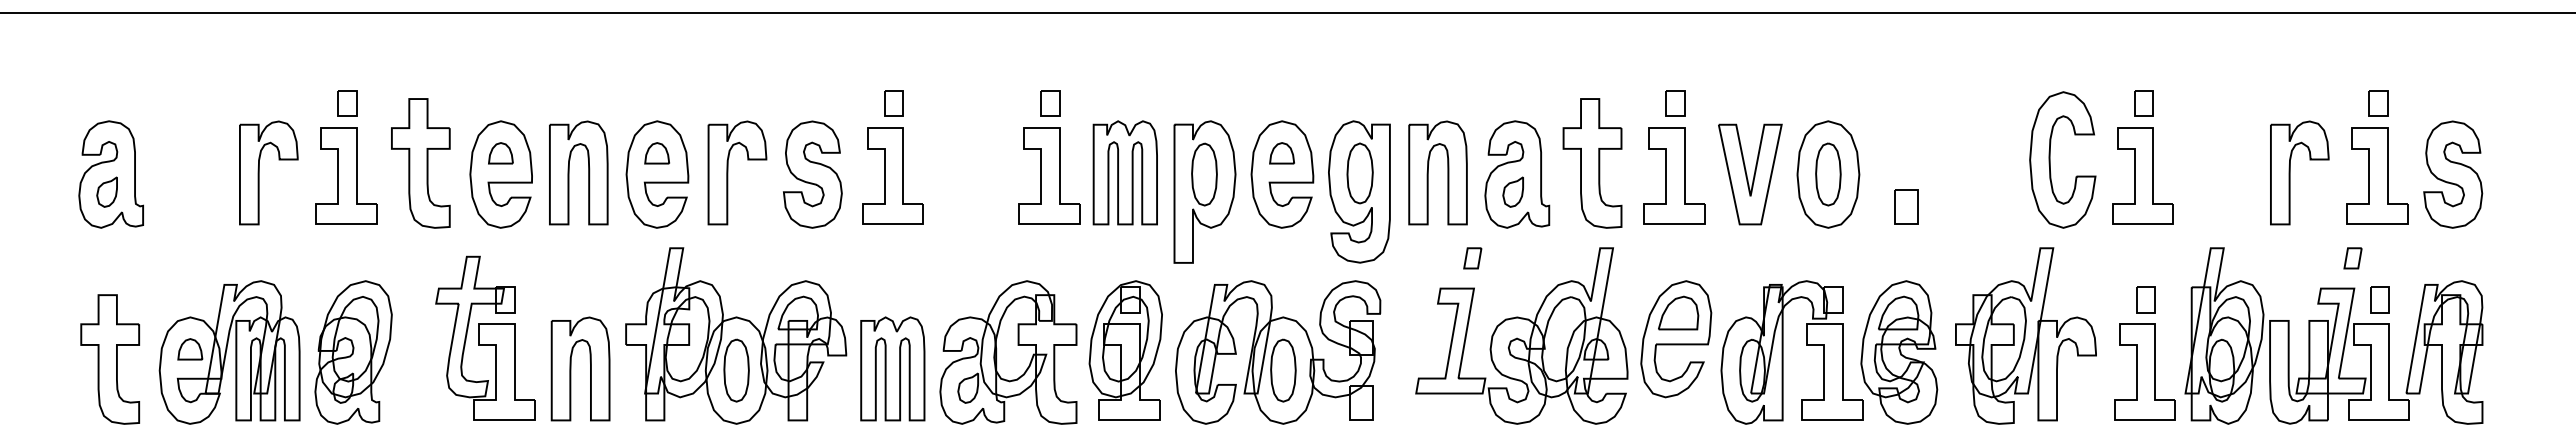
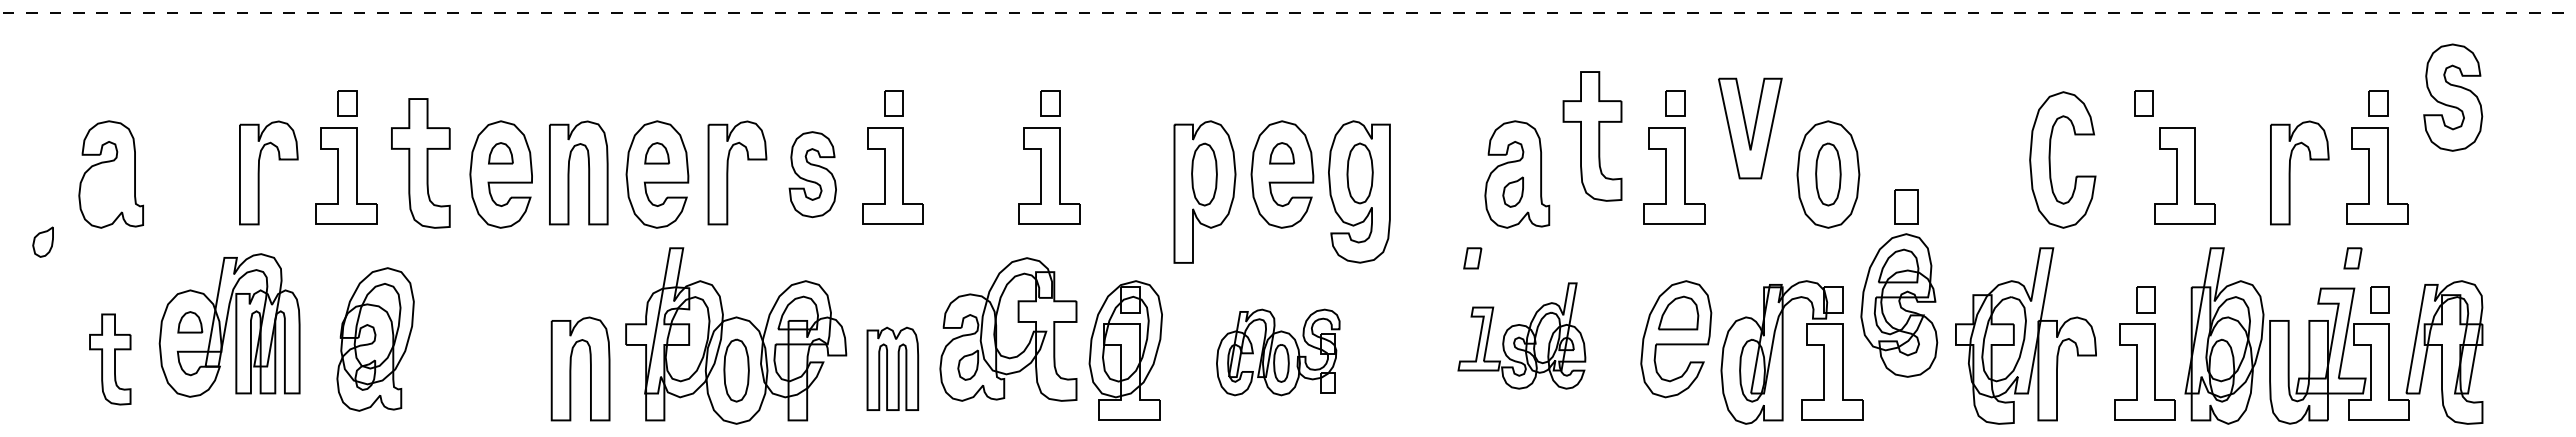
line at (1288, 13): solid -> dashed
part at (1592, 163) position: (1592, 163) -> (1592, 136)
part at (1124, 172): present -> none
part at (1428, 172): present -> none
part at (812, 174) size: 60x109 px -> 49x88 px
part at (1750, 174) position: (1750, 174) -> (1750, 128)
part at (2453, 174) position: (2453, 174) -> (2453, 97)
part at (2142, 175) position: (2142, 175) -> (2184, 175)
part at (106, 191) position: (106, 191) -> (42, 241)
part at (1521, 335) size: 214x178 px -> 130x108 px
part at (485, 337): present -> none
part at (229, 352) position: (229, 352) -> (229, 325)
part at (353, 352) position: (353, 352) -> (375, 339)
part at (1008, 352) position: (1008, 352) -> (1008, 329)
part at (1278, 352) size: 207x145 px -> 125x89 px
part at (1899, 352) position: (1899, 352) -> (1899, 305)
part at (110, 359) size: 61x131 px -> 43x93 px
part at (892, 368) size: 66x106 px -> 54x85 px
